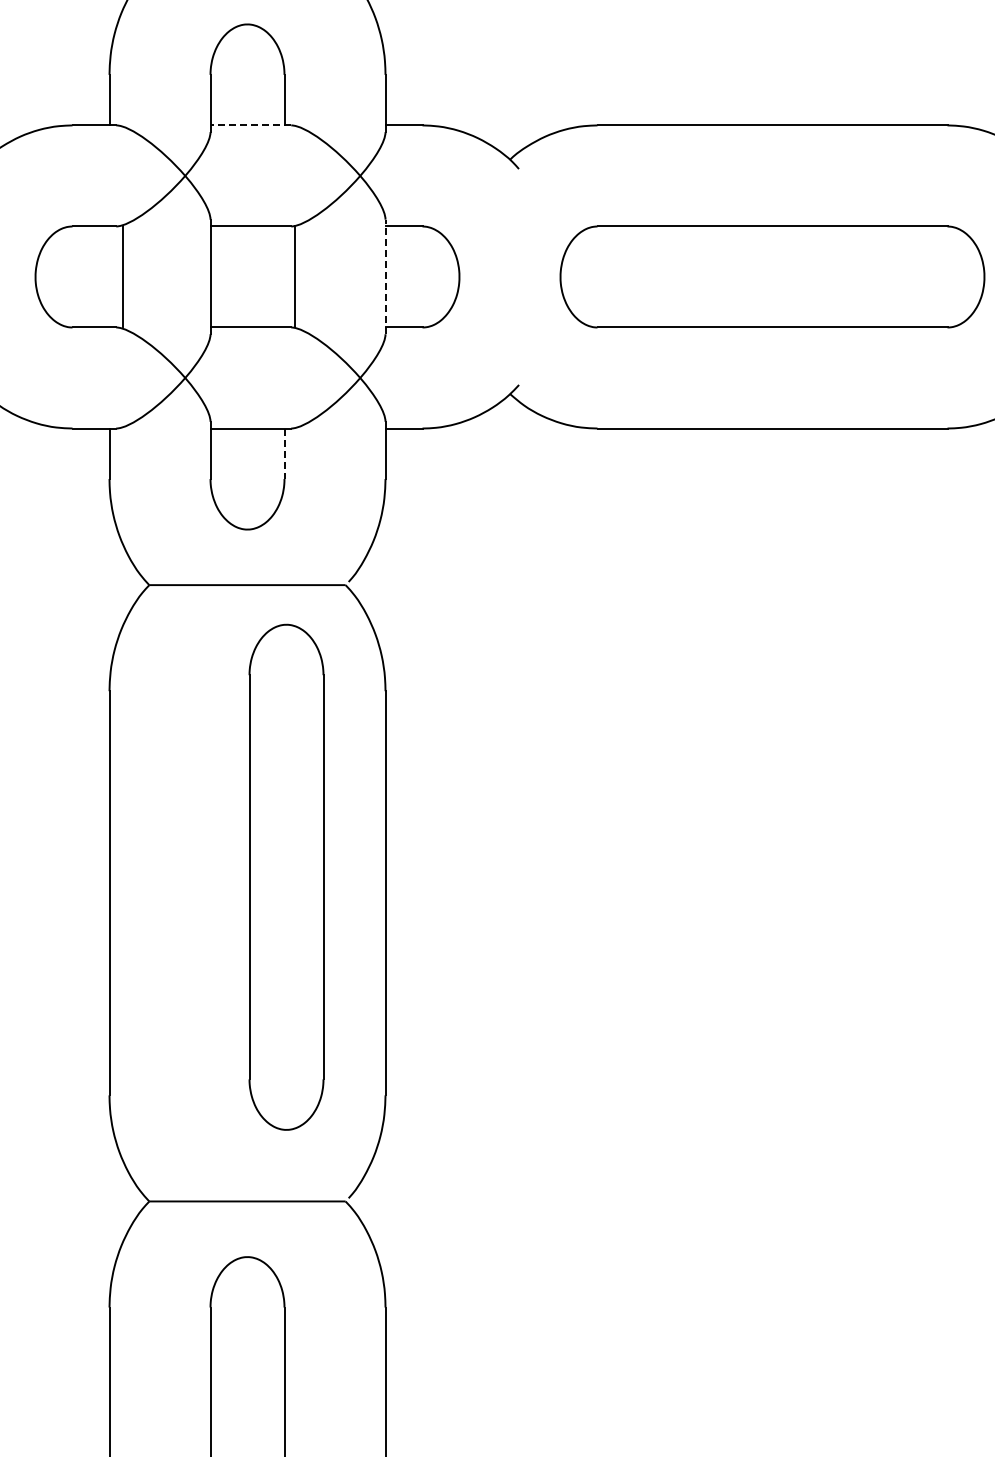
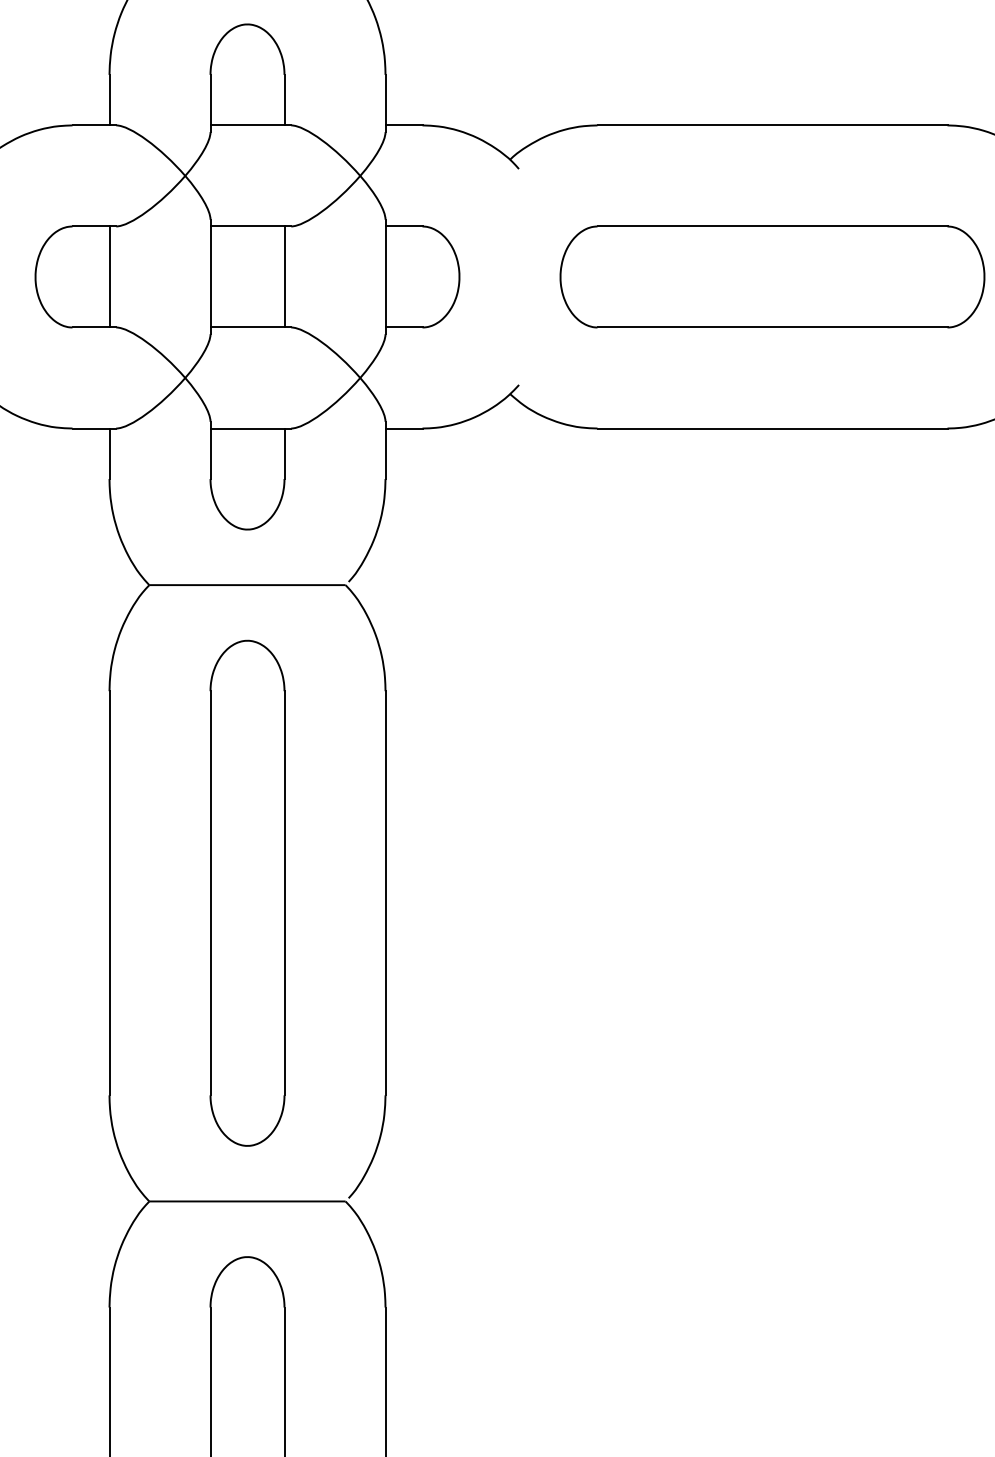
line at (250, 125): dashed -> solid
line at (122, 276) position: (122, 276) -> (109, 276)
line at (294, 276) position: (294, 276) -> (284, 276)
line at (385, 276): dashed -> solid
line at (284, 454): dashed -> solid
part at (286, 876) position: (286, 876) -> (247, 892)
